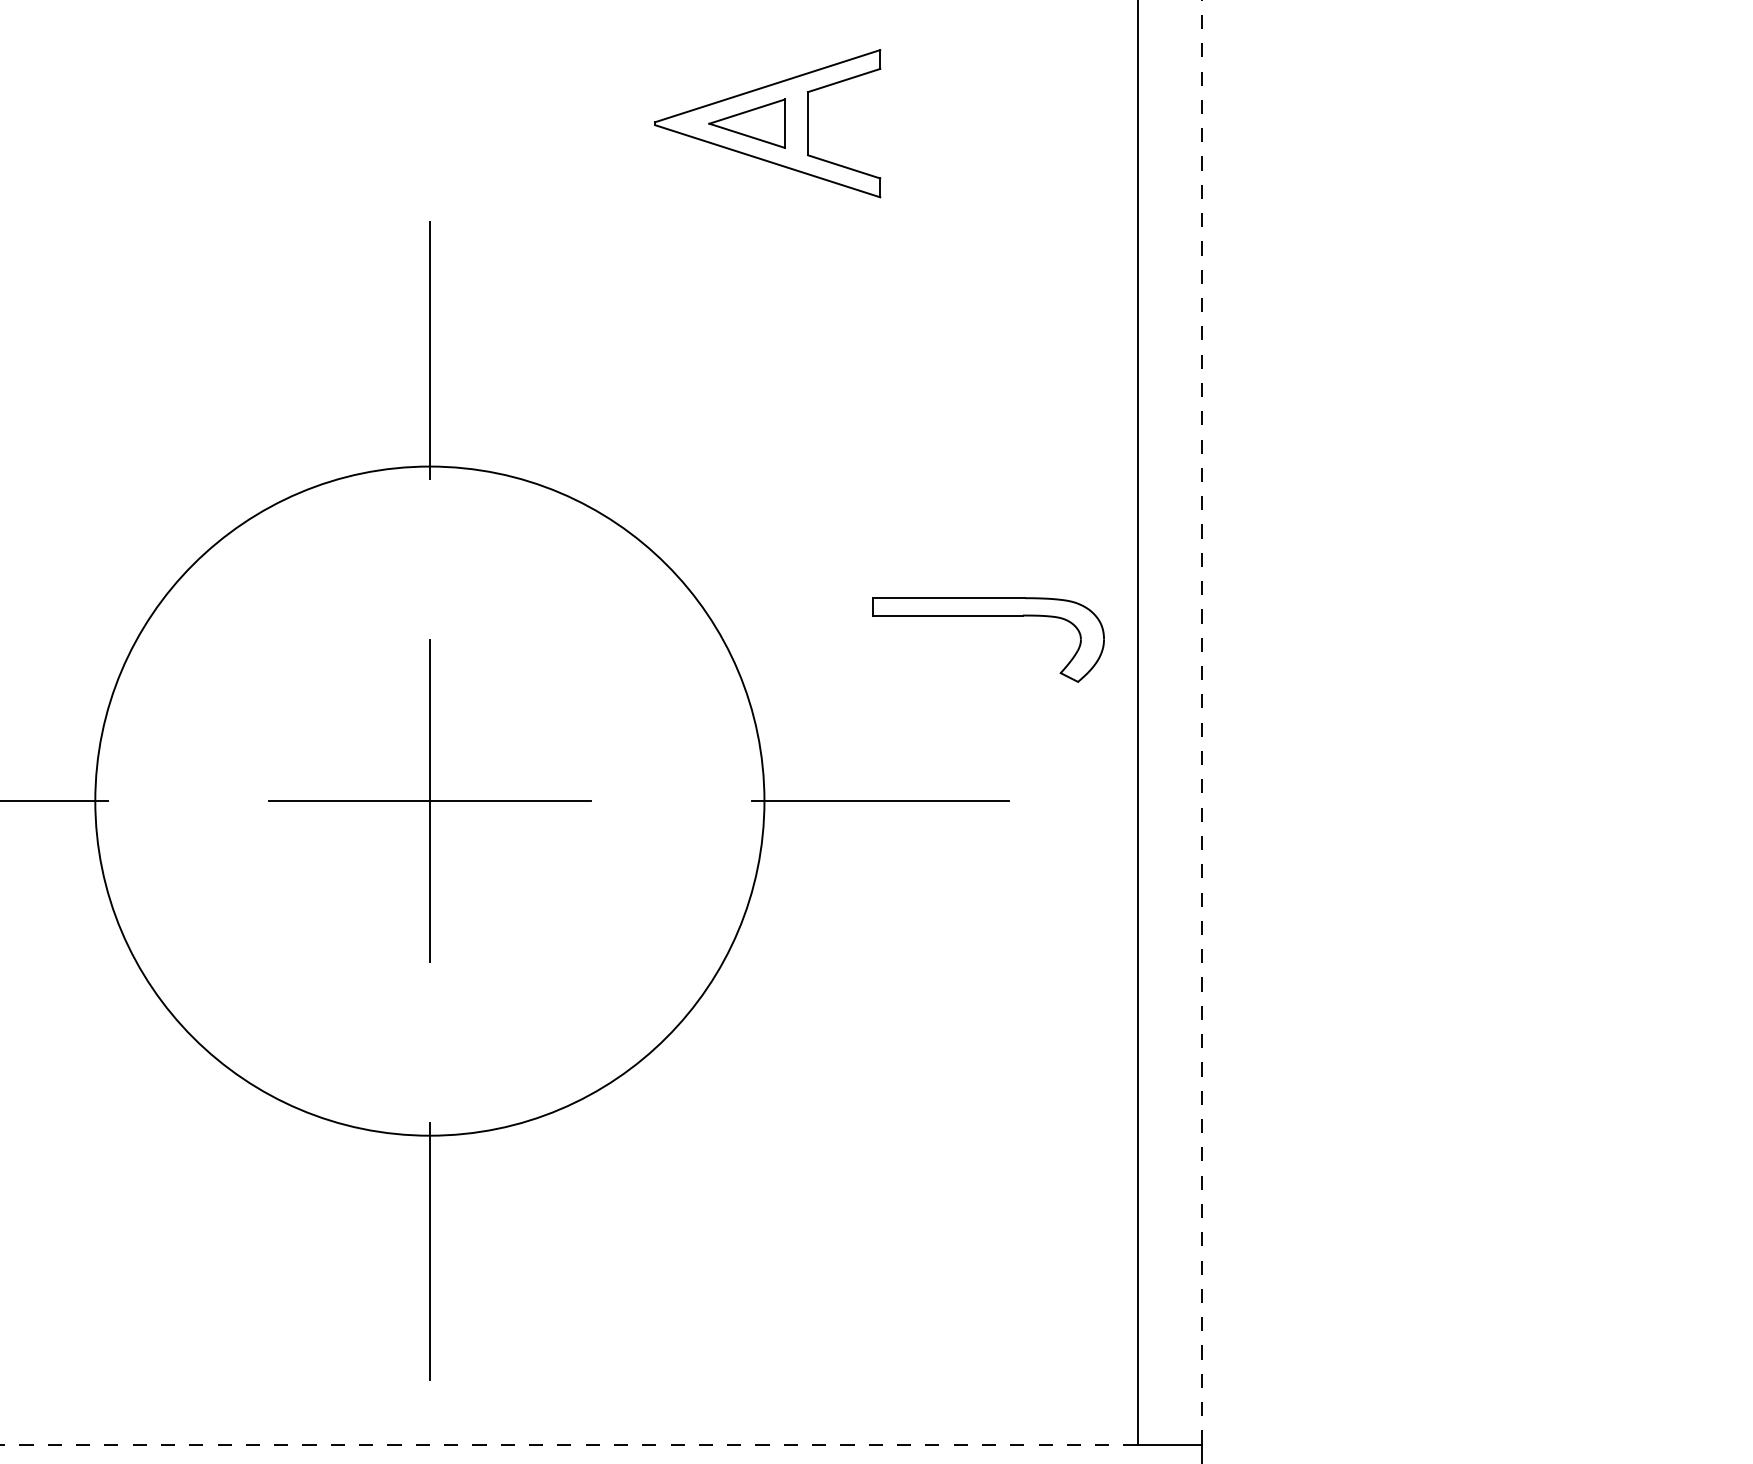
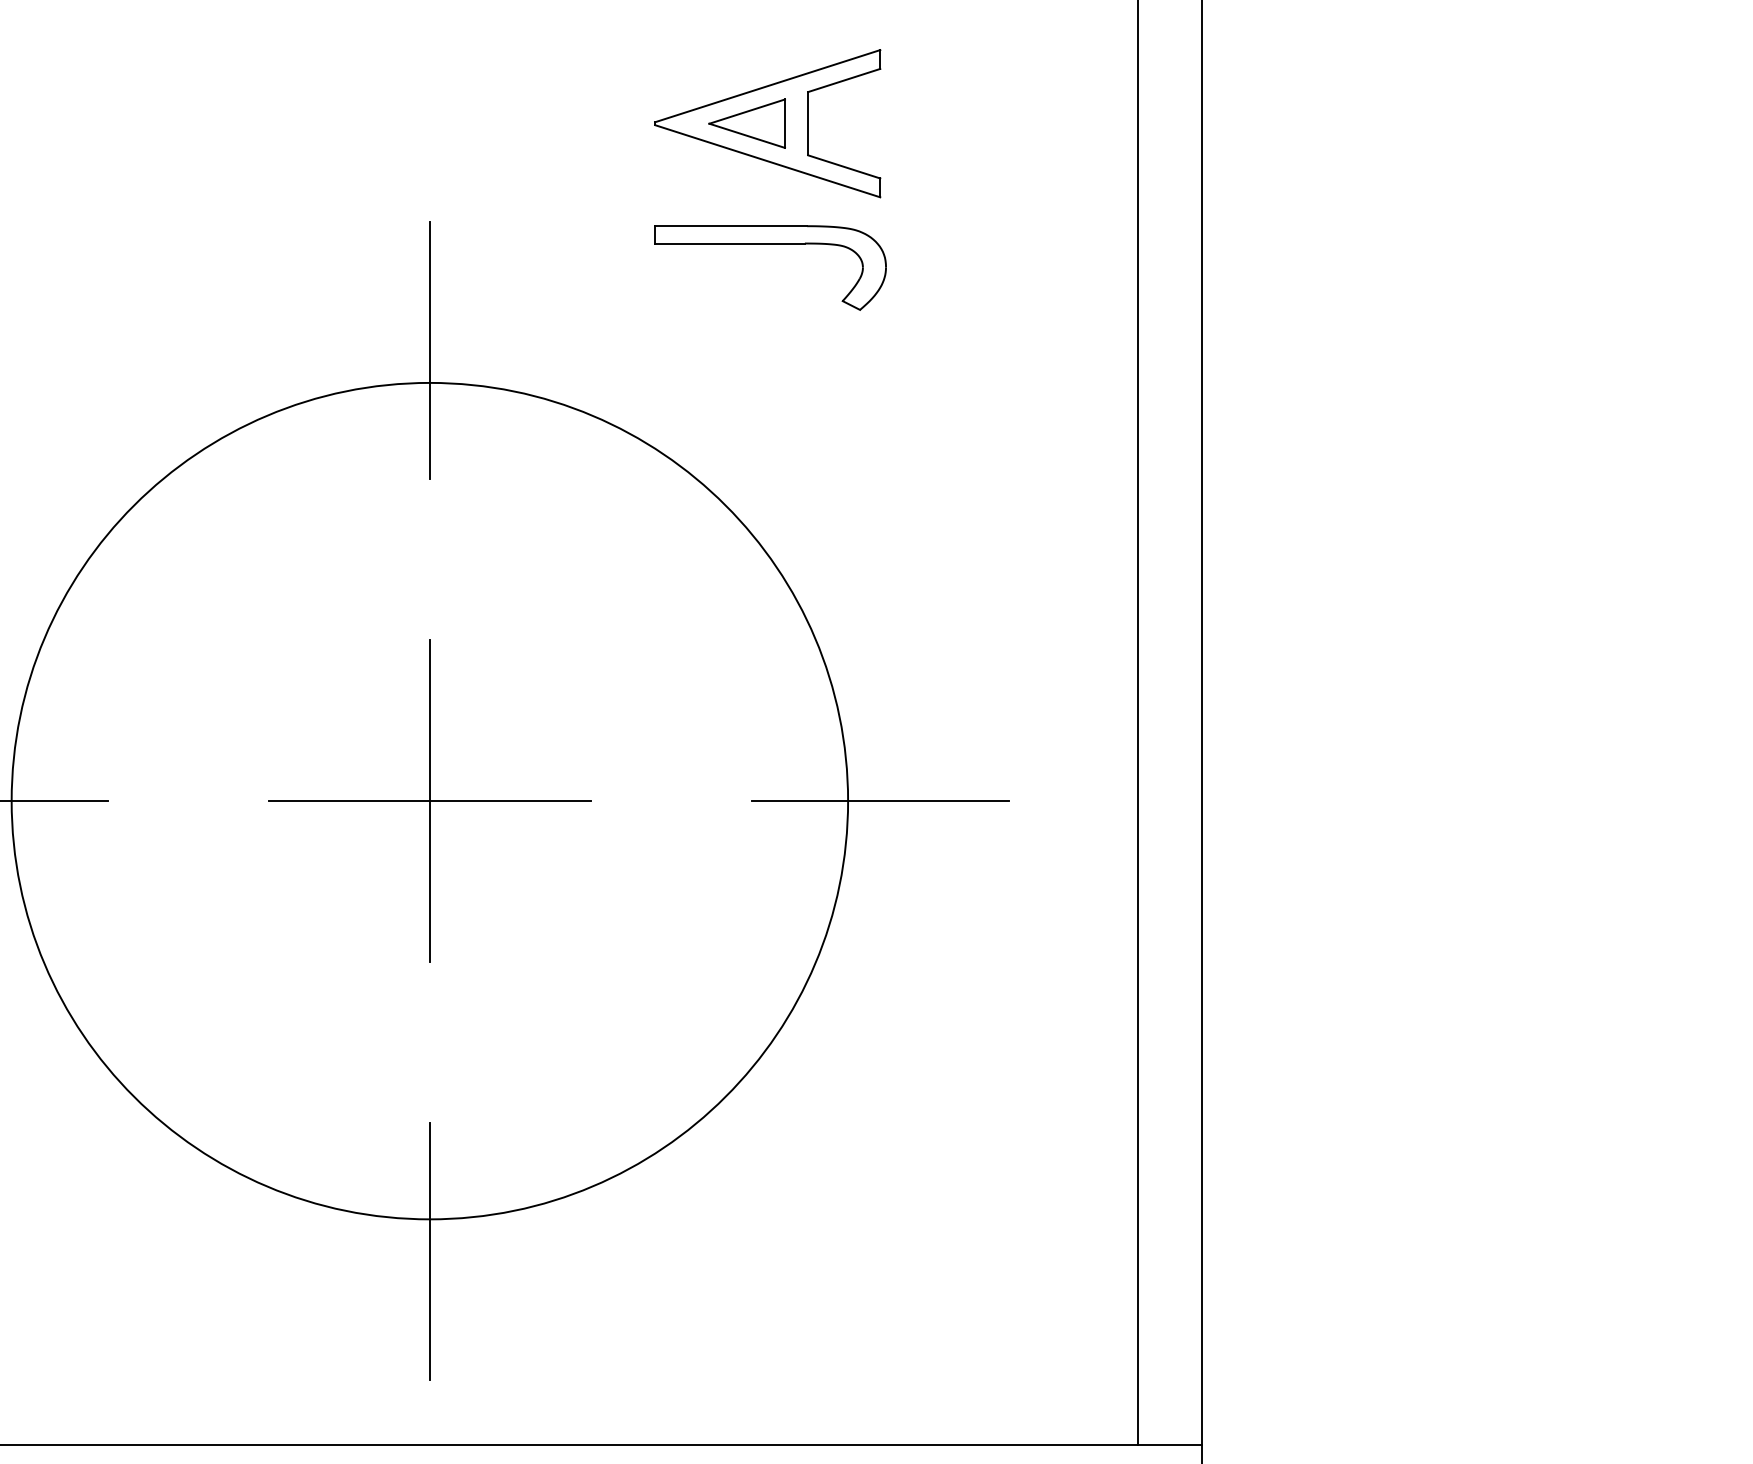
part at (988, 616) position: (988, 616) -> (770, 244)
line at (1201, 722): dashed -> solid
circle at (429, 800) diameter: 669 px -> 836 px
line at (569, 1444): dashed -> solid
